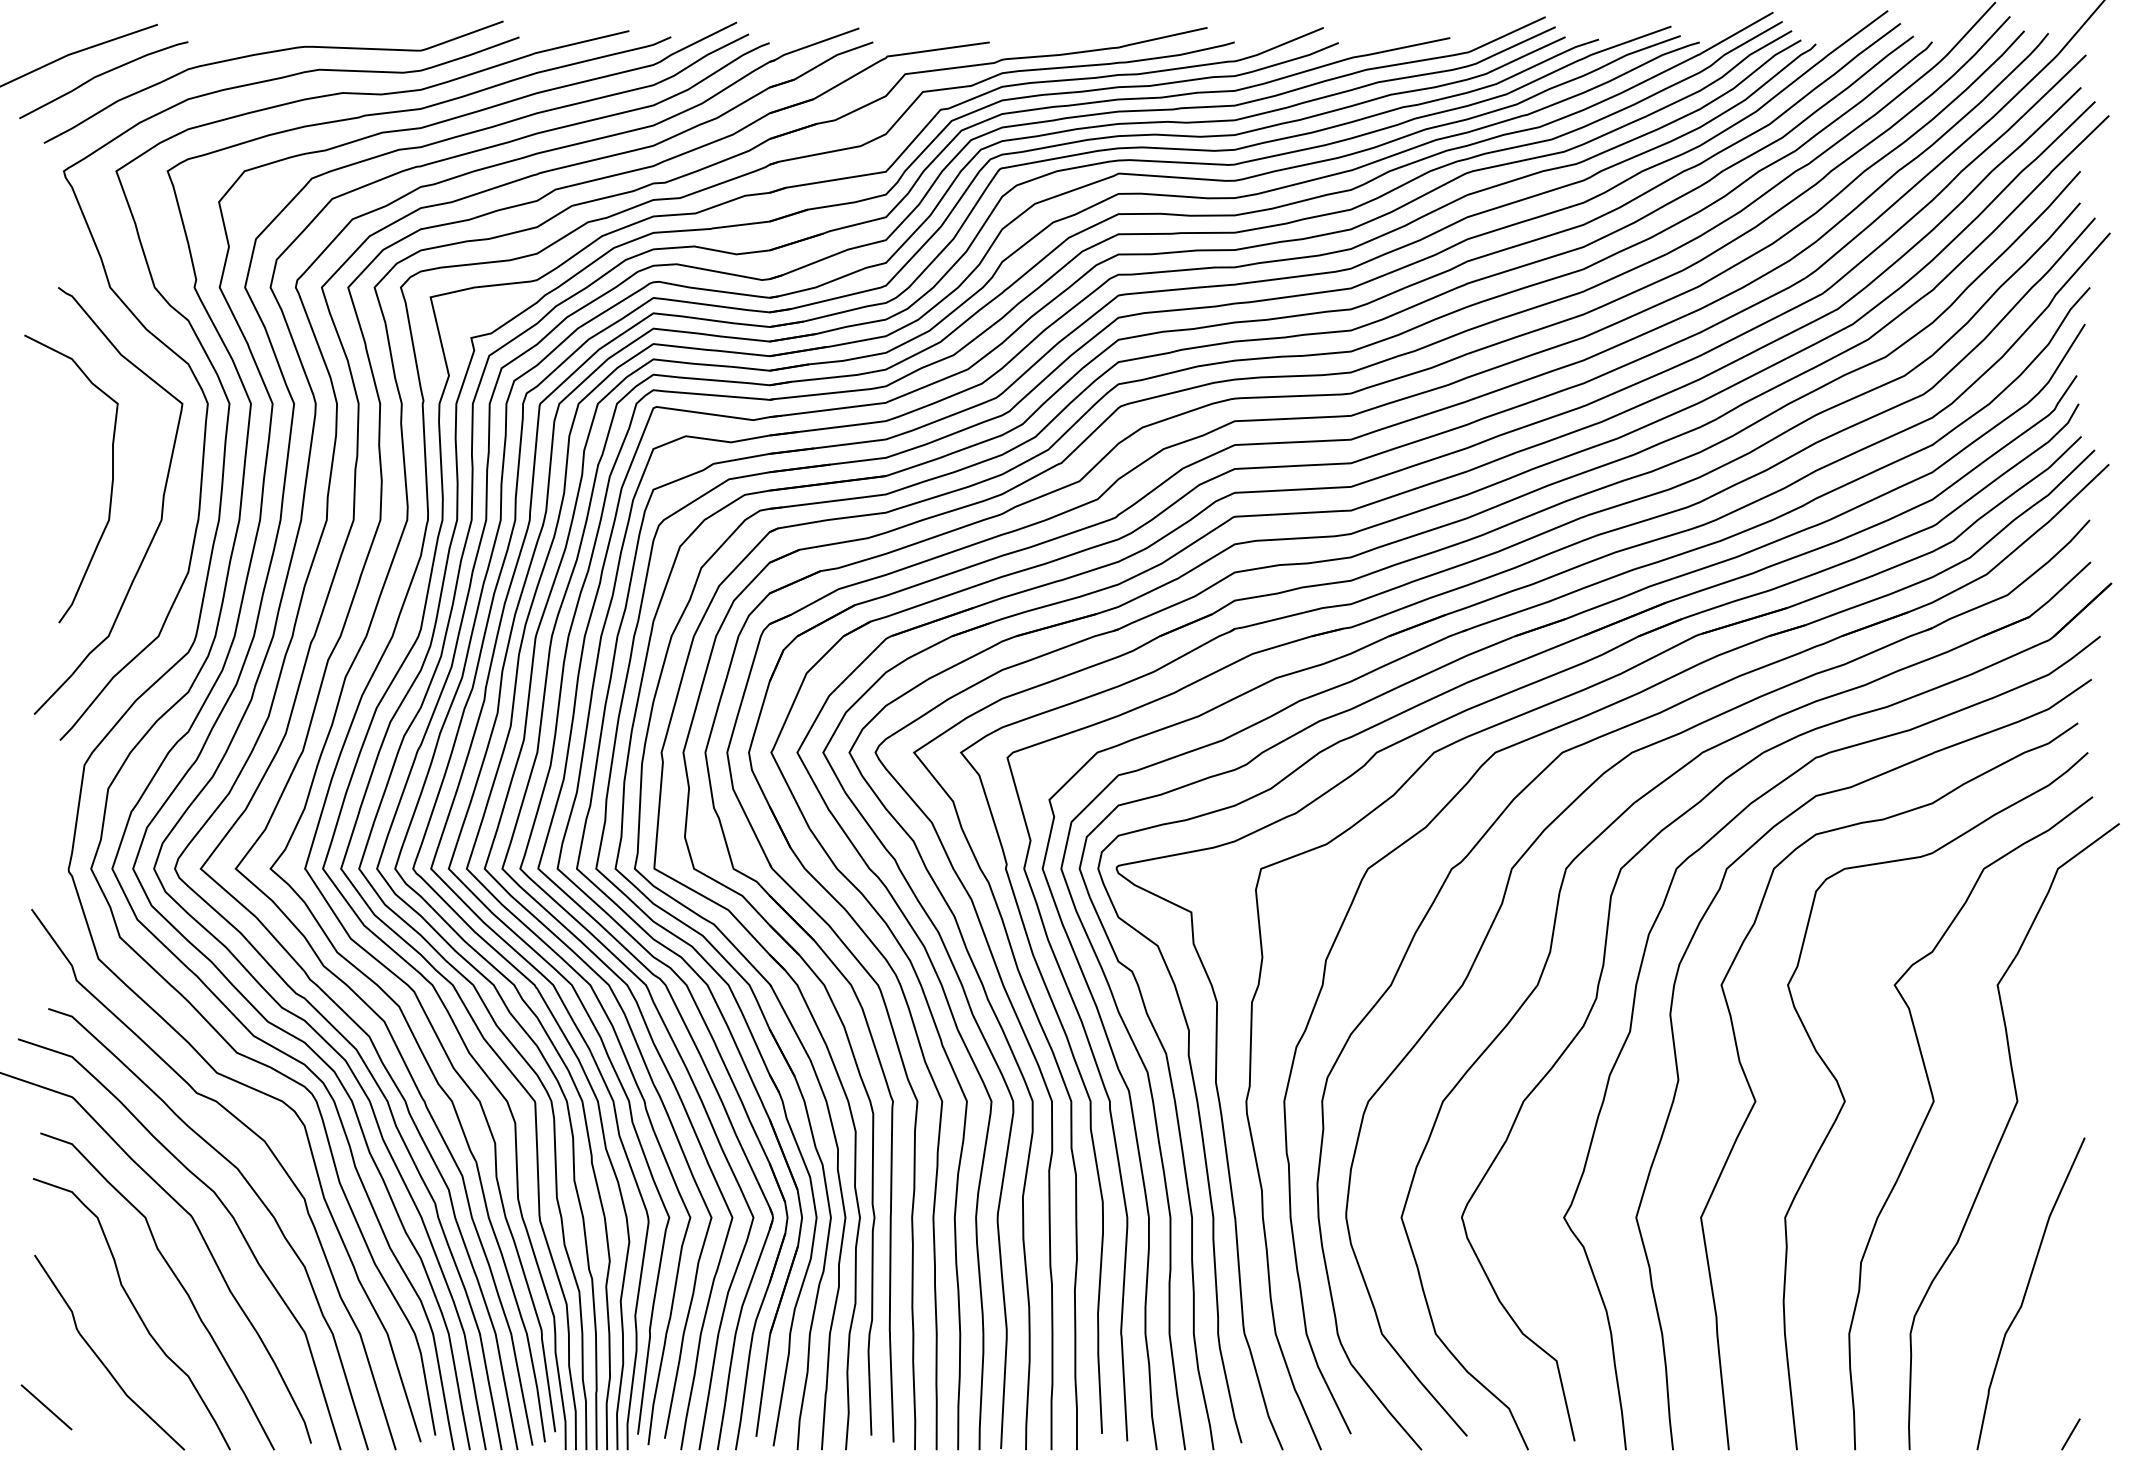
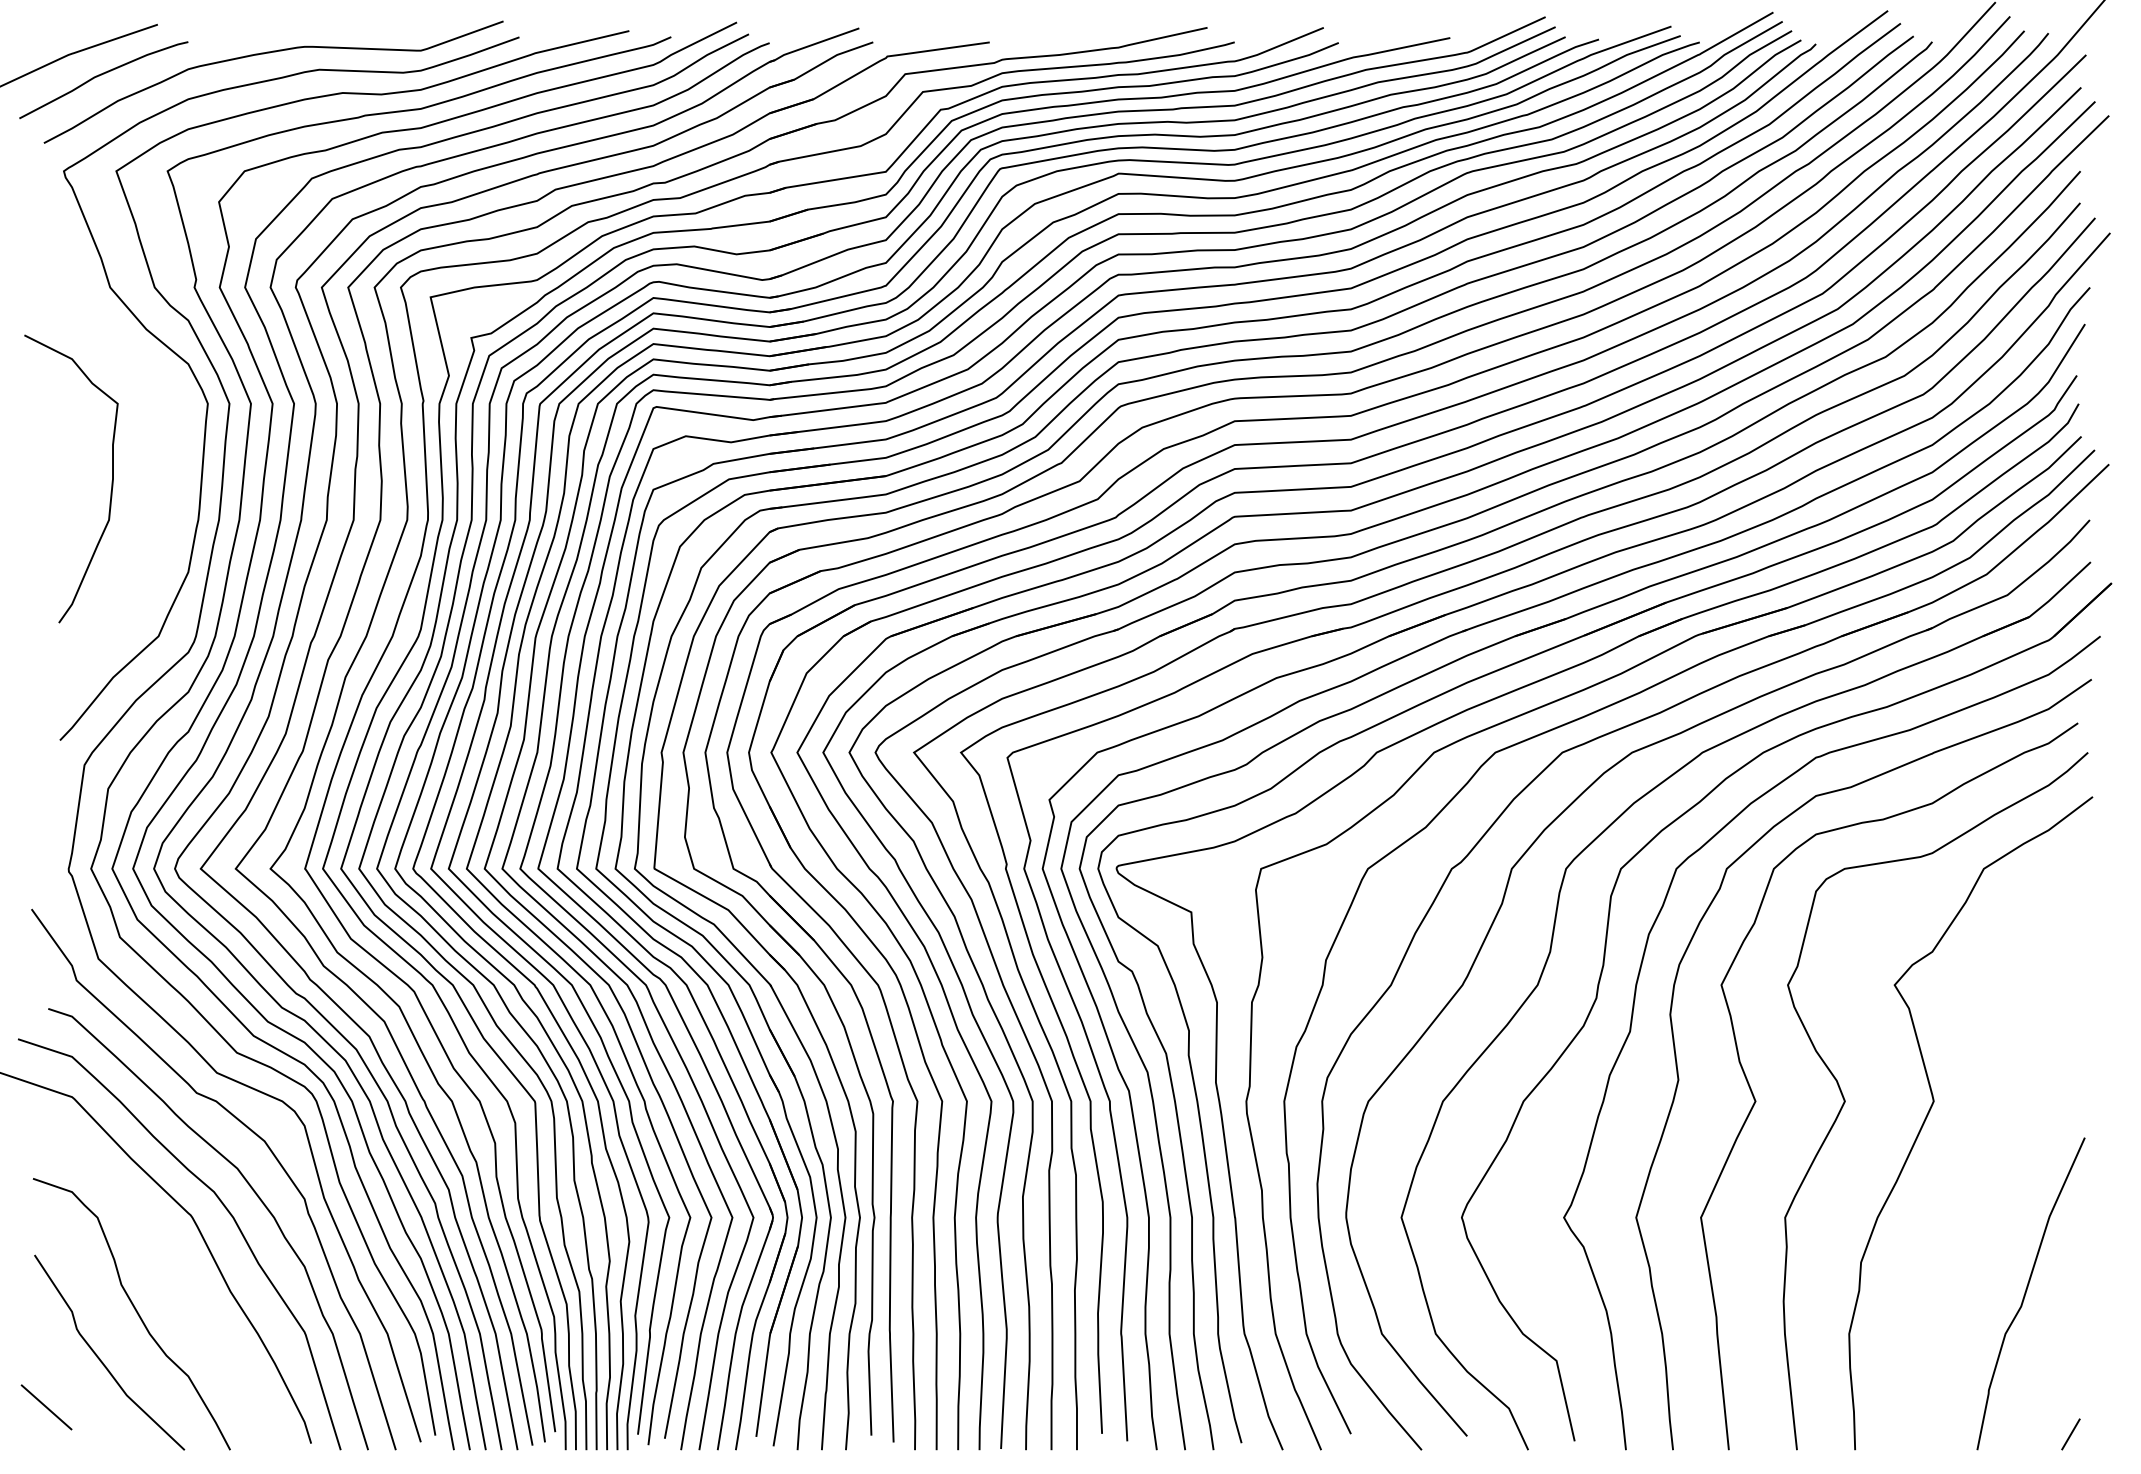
curve at (161, 506): present -> none
curve at (2004, 1134): present -> none
curve at (176, 1279): present -> none
